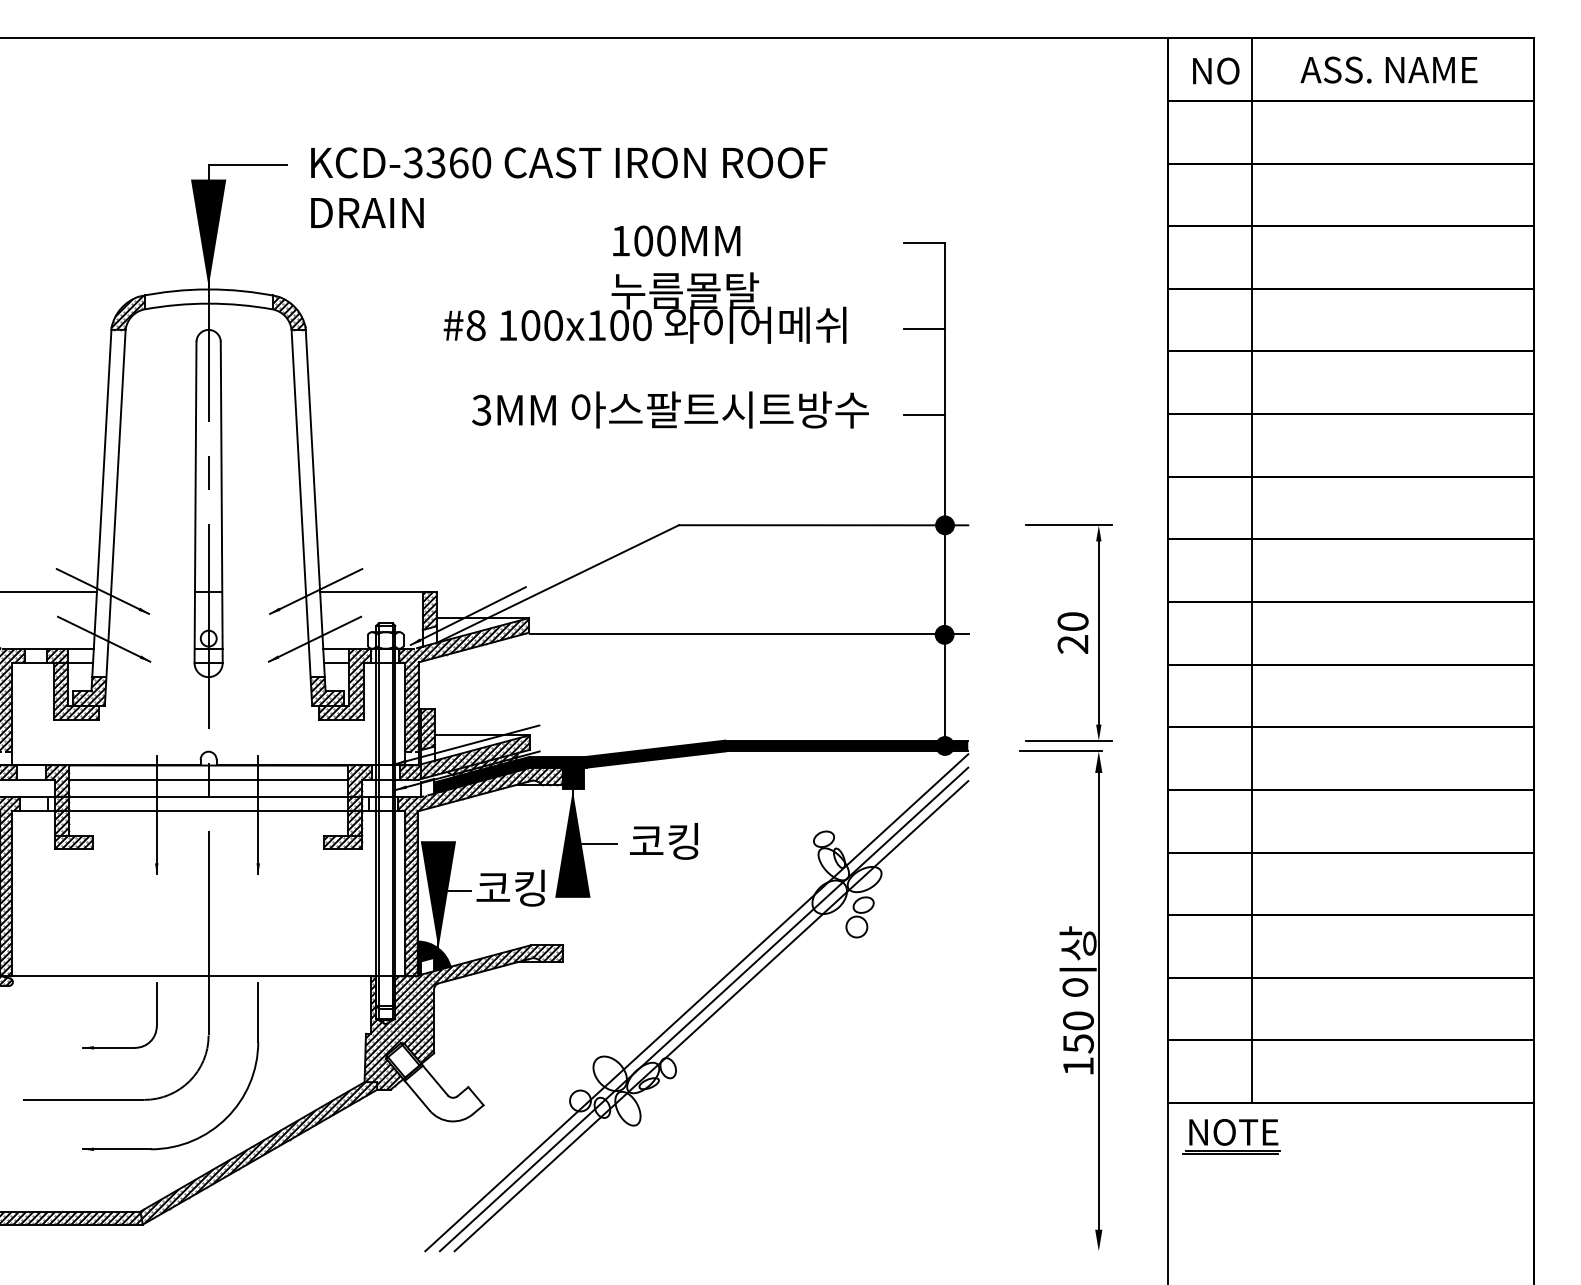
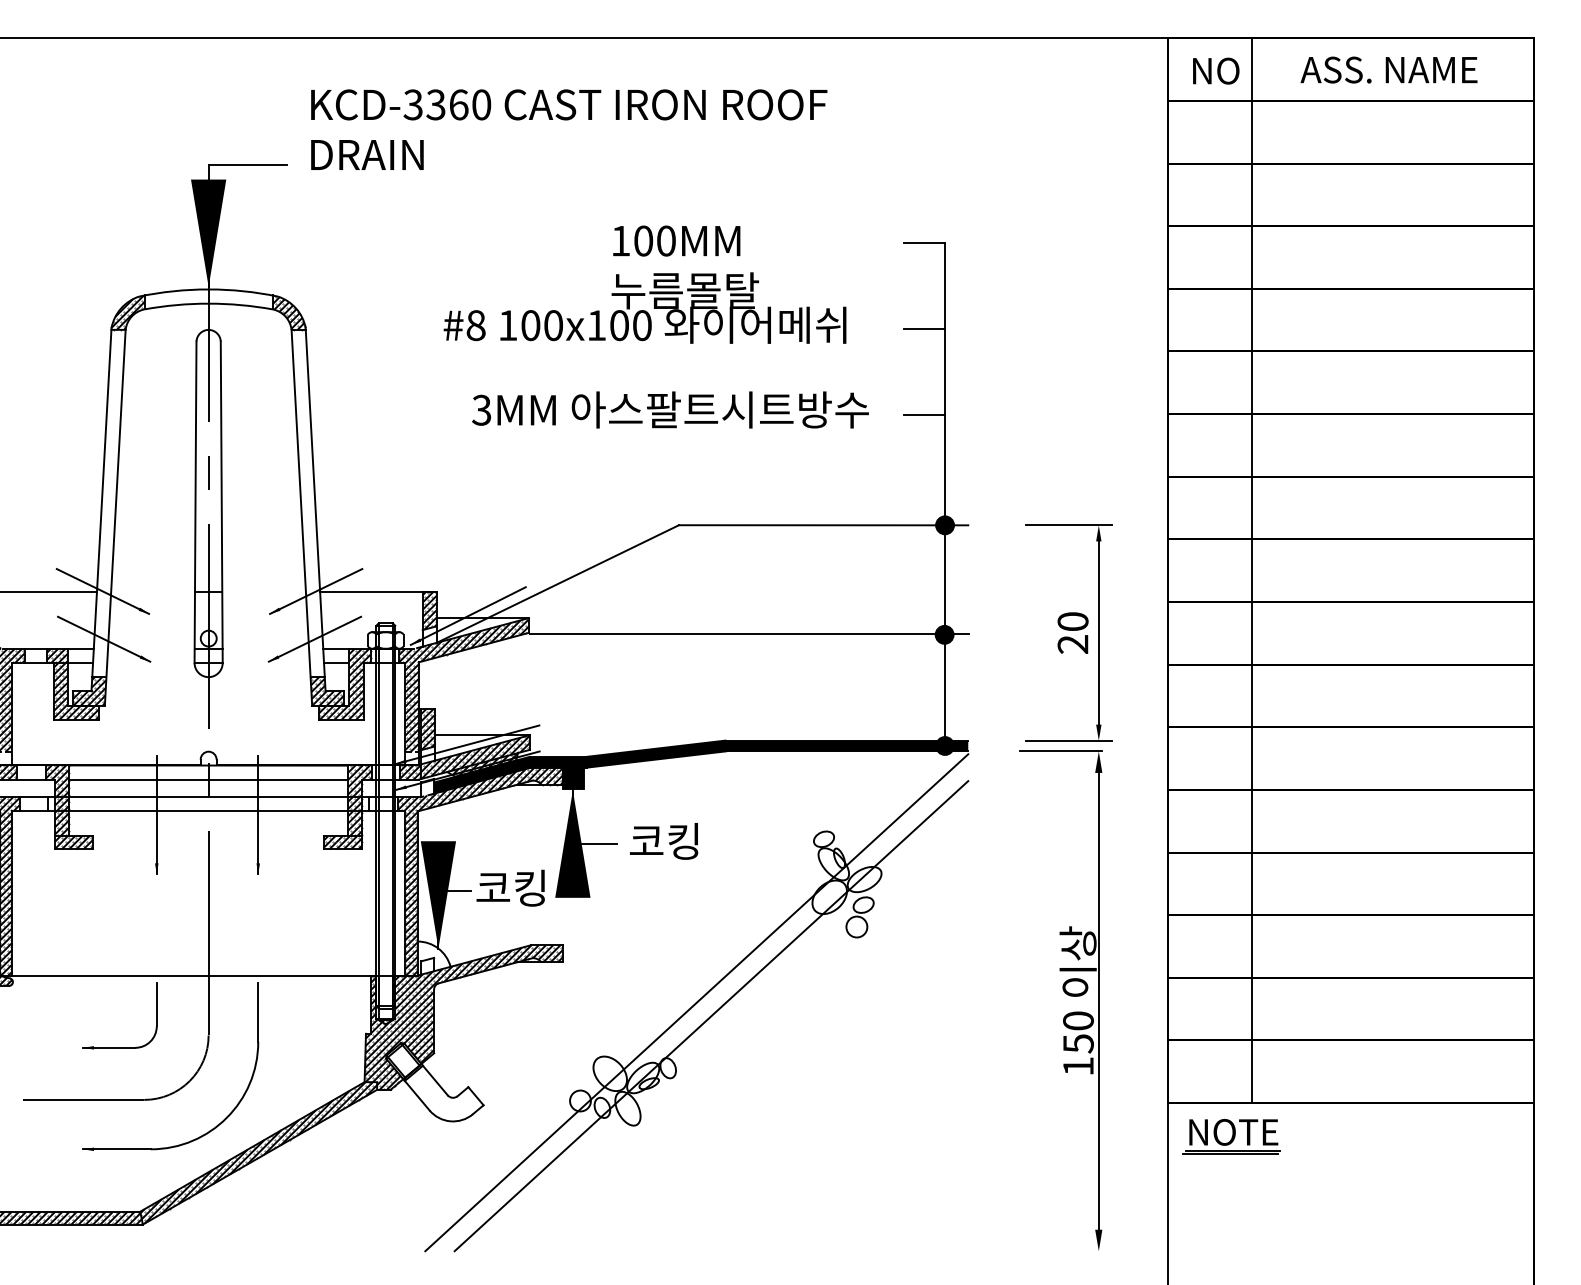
text at (569, 187) position: (569, 187) -> (569, 129)
fill at (433, 958): present -> none
line at (703, 1009): present -> none
